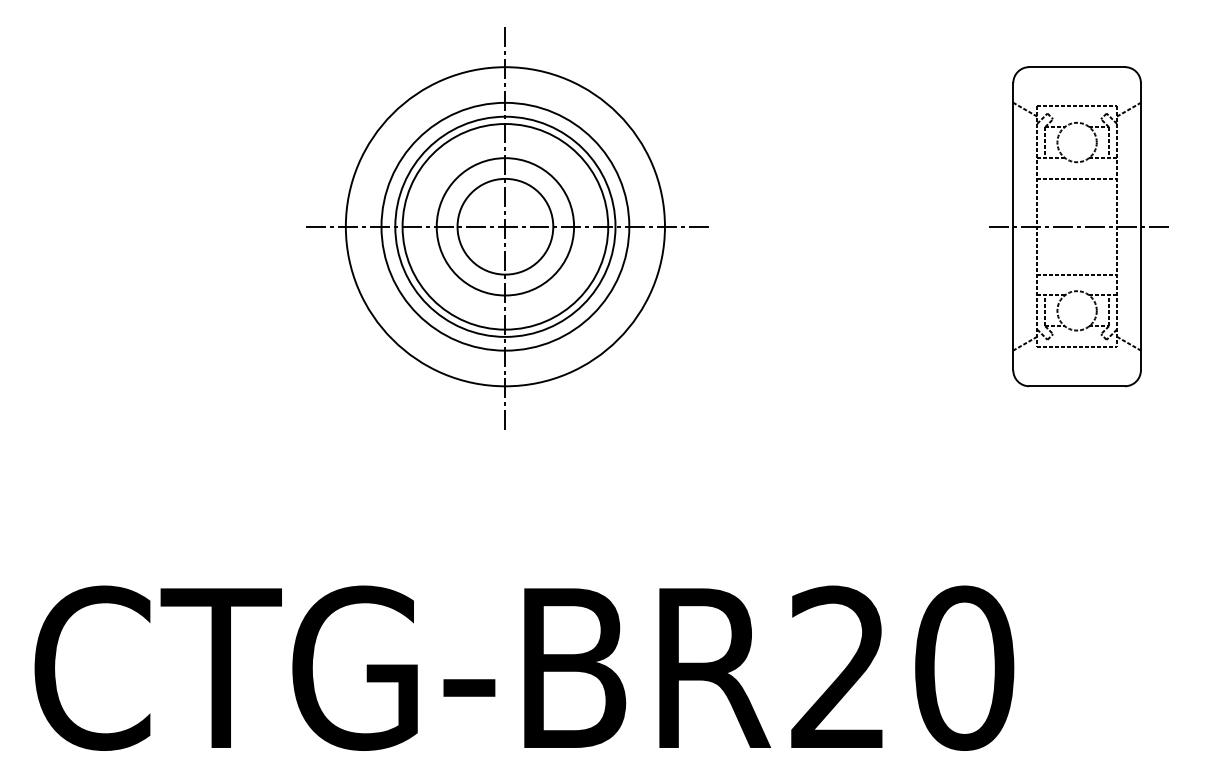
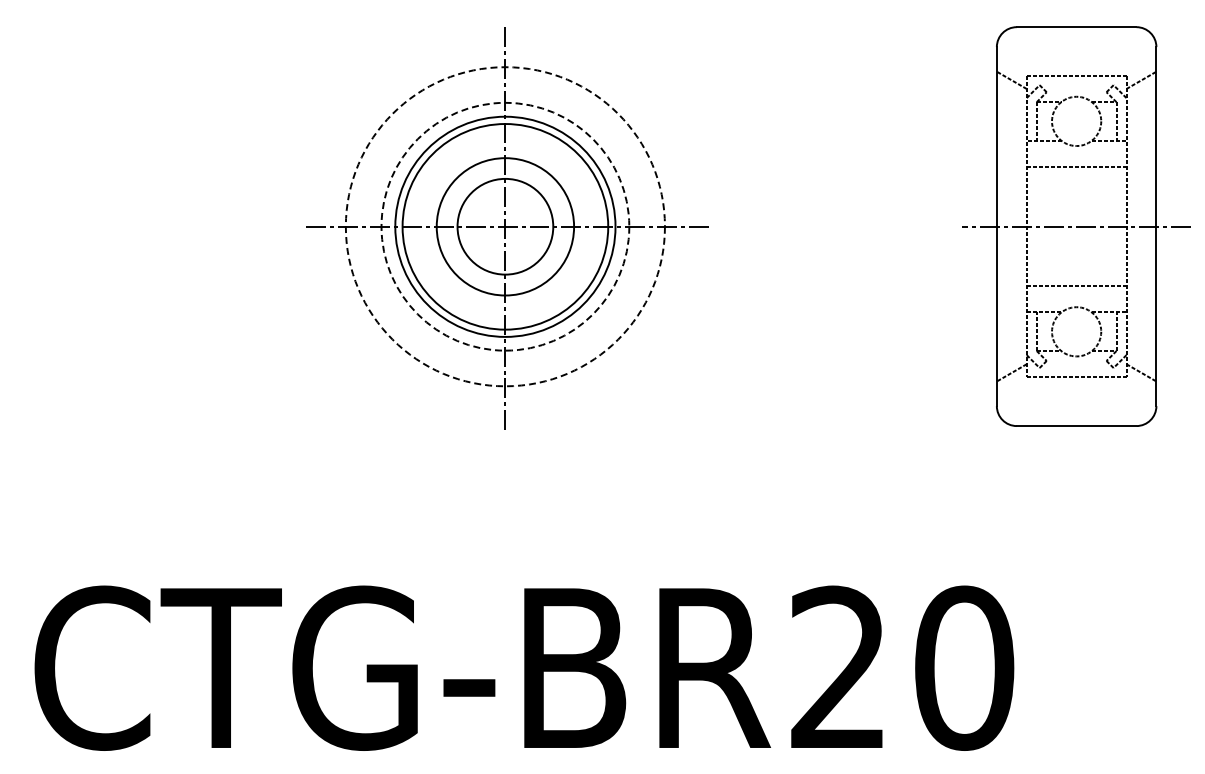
circle at (504, 226): solid -> dashed
circle at (505, 226): solid -> dashed
part at (1078, 226) size: 180x322 px -> 229x401 px
